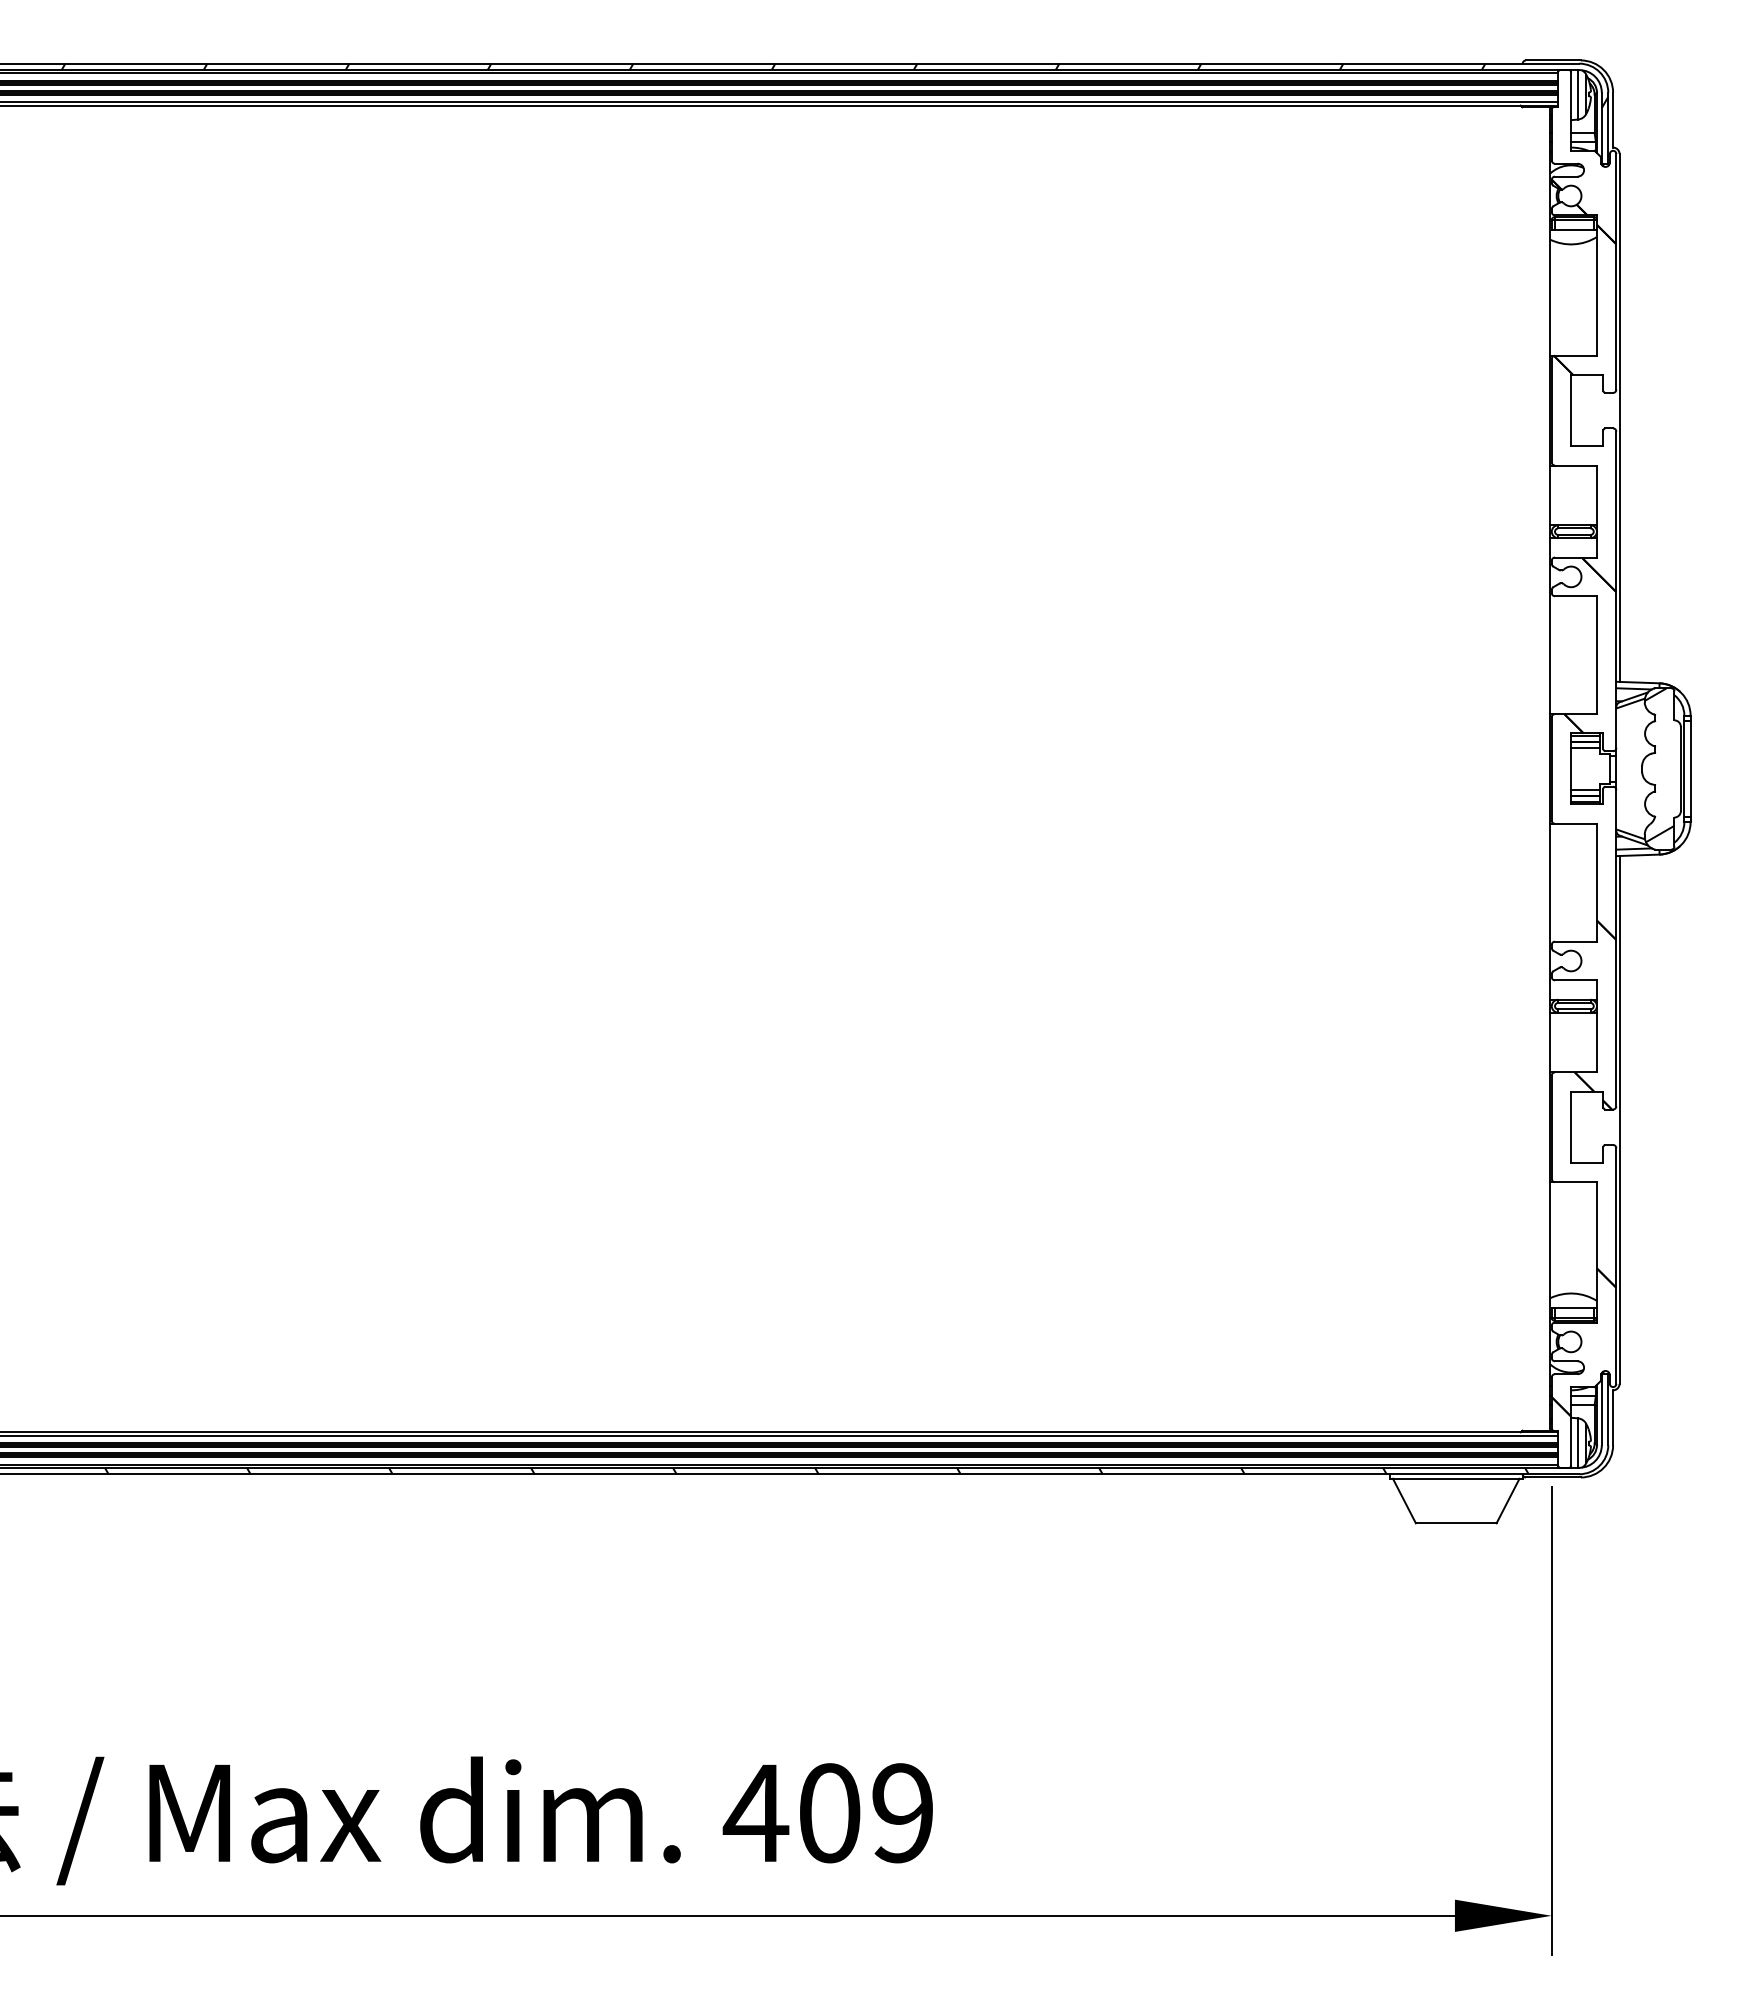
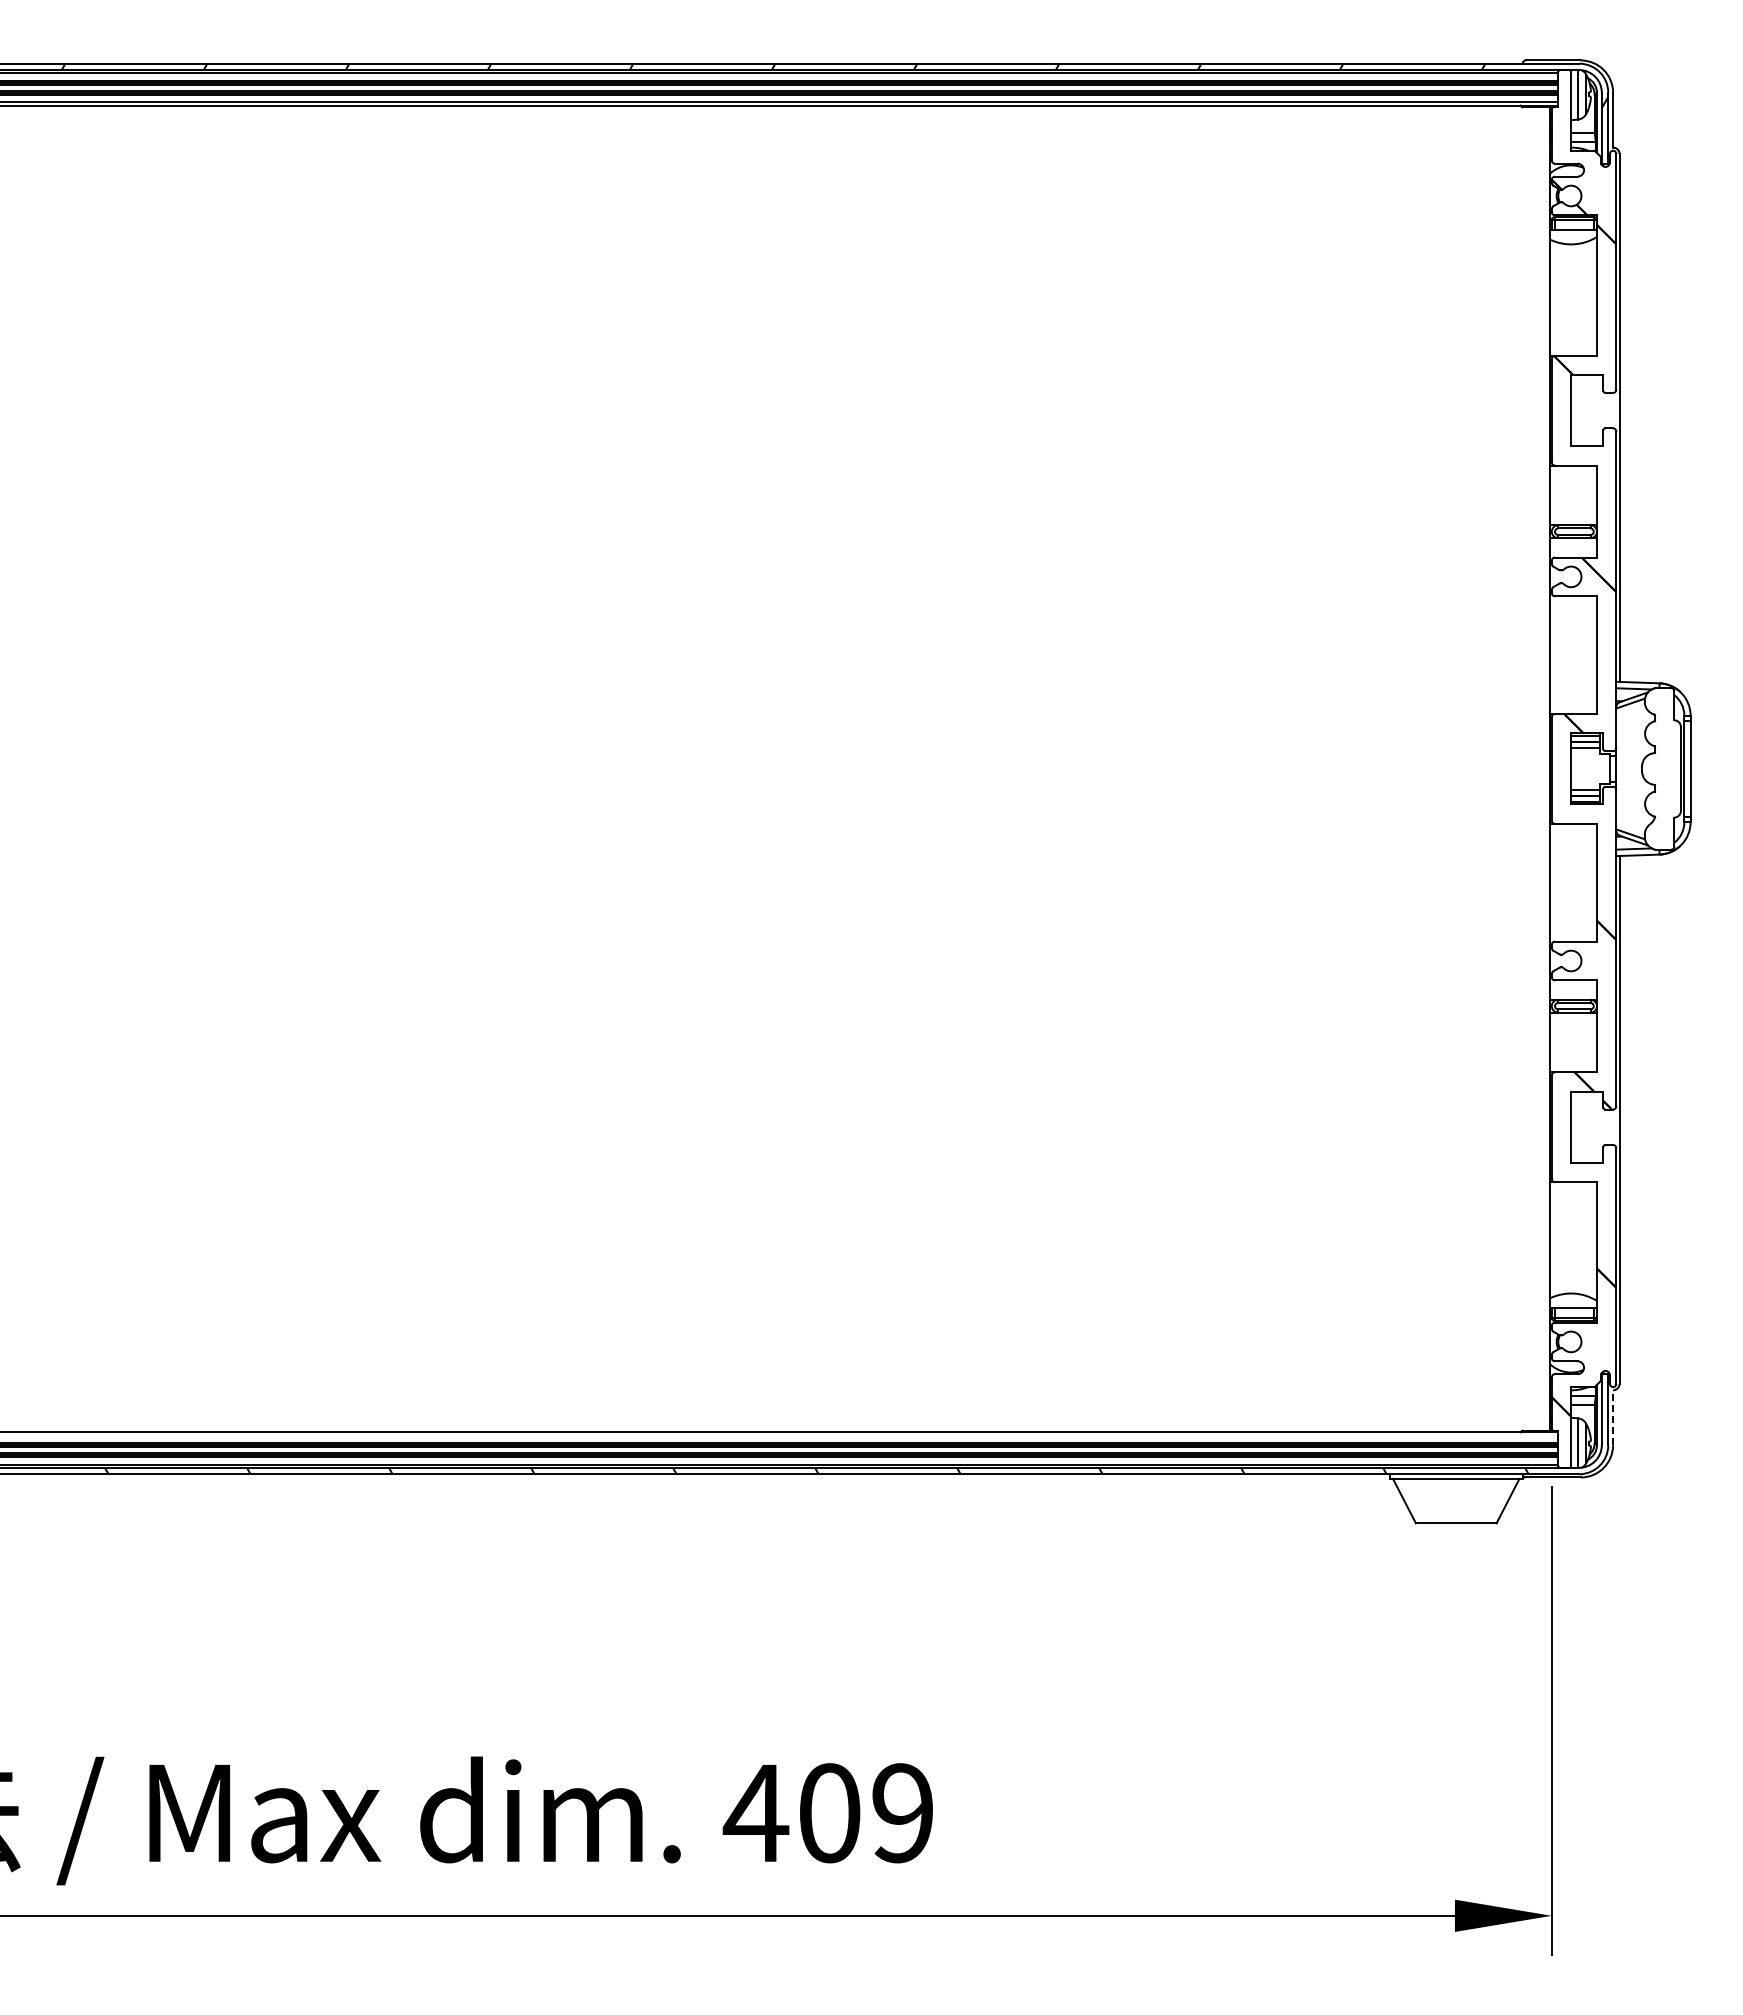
hatch at (1659, 765): present -> none
line at (1613, 1417): solid -> dashed
line at (780, 1435): present -> none
